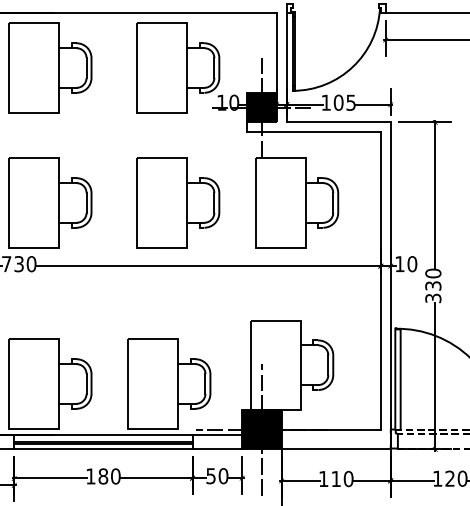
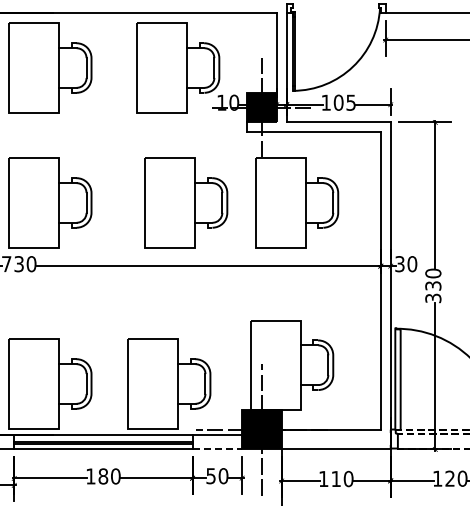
part at (178, 202) position: (178, 202) -> (186, 202)
text at (399, 264): 10 -> 30
line at (217, 449): solid -> dashed
